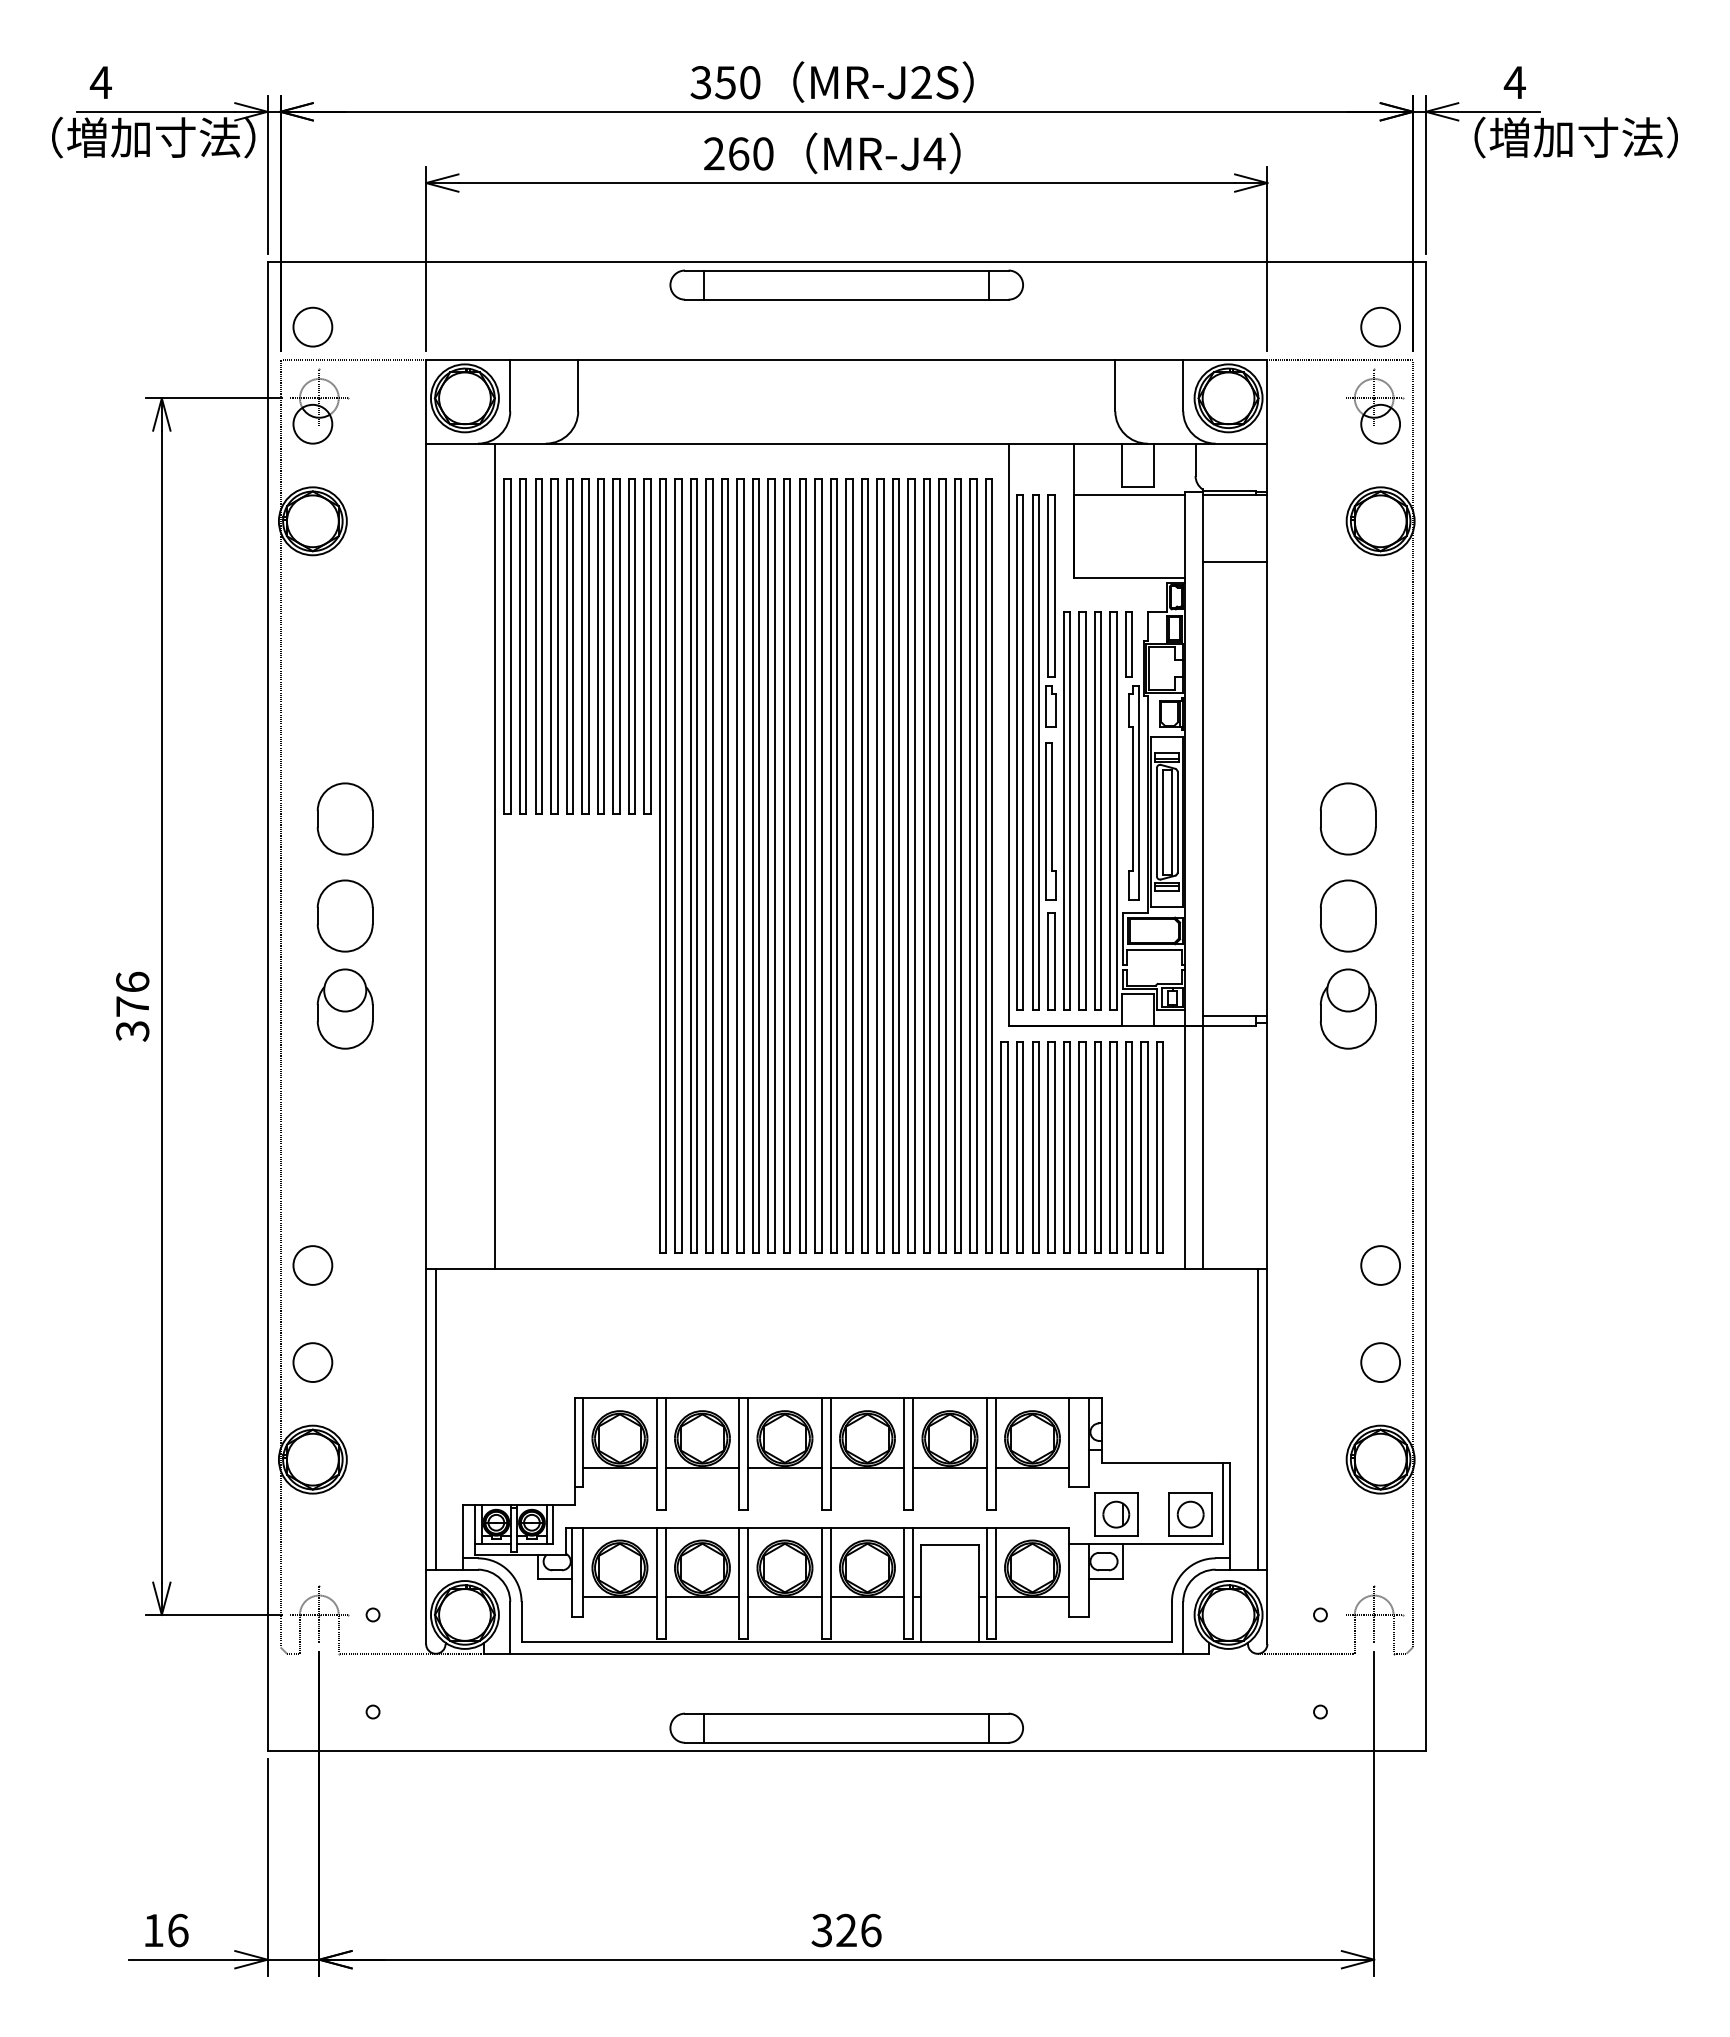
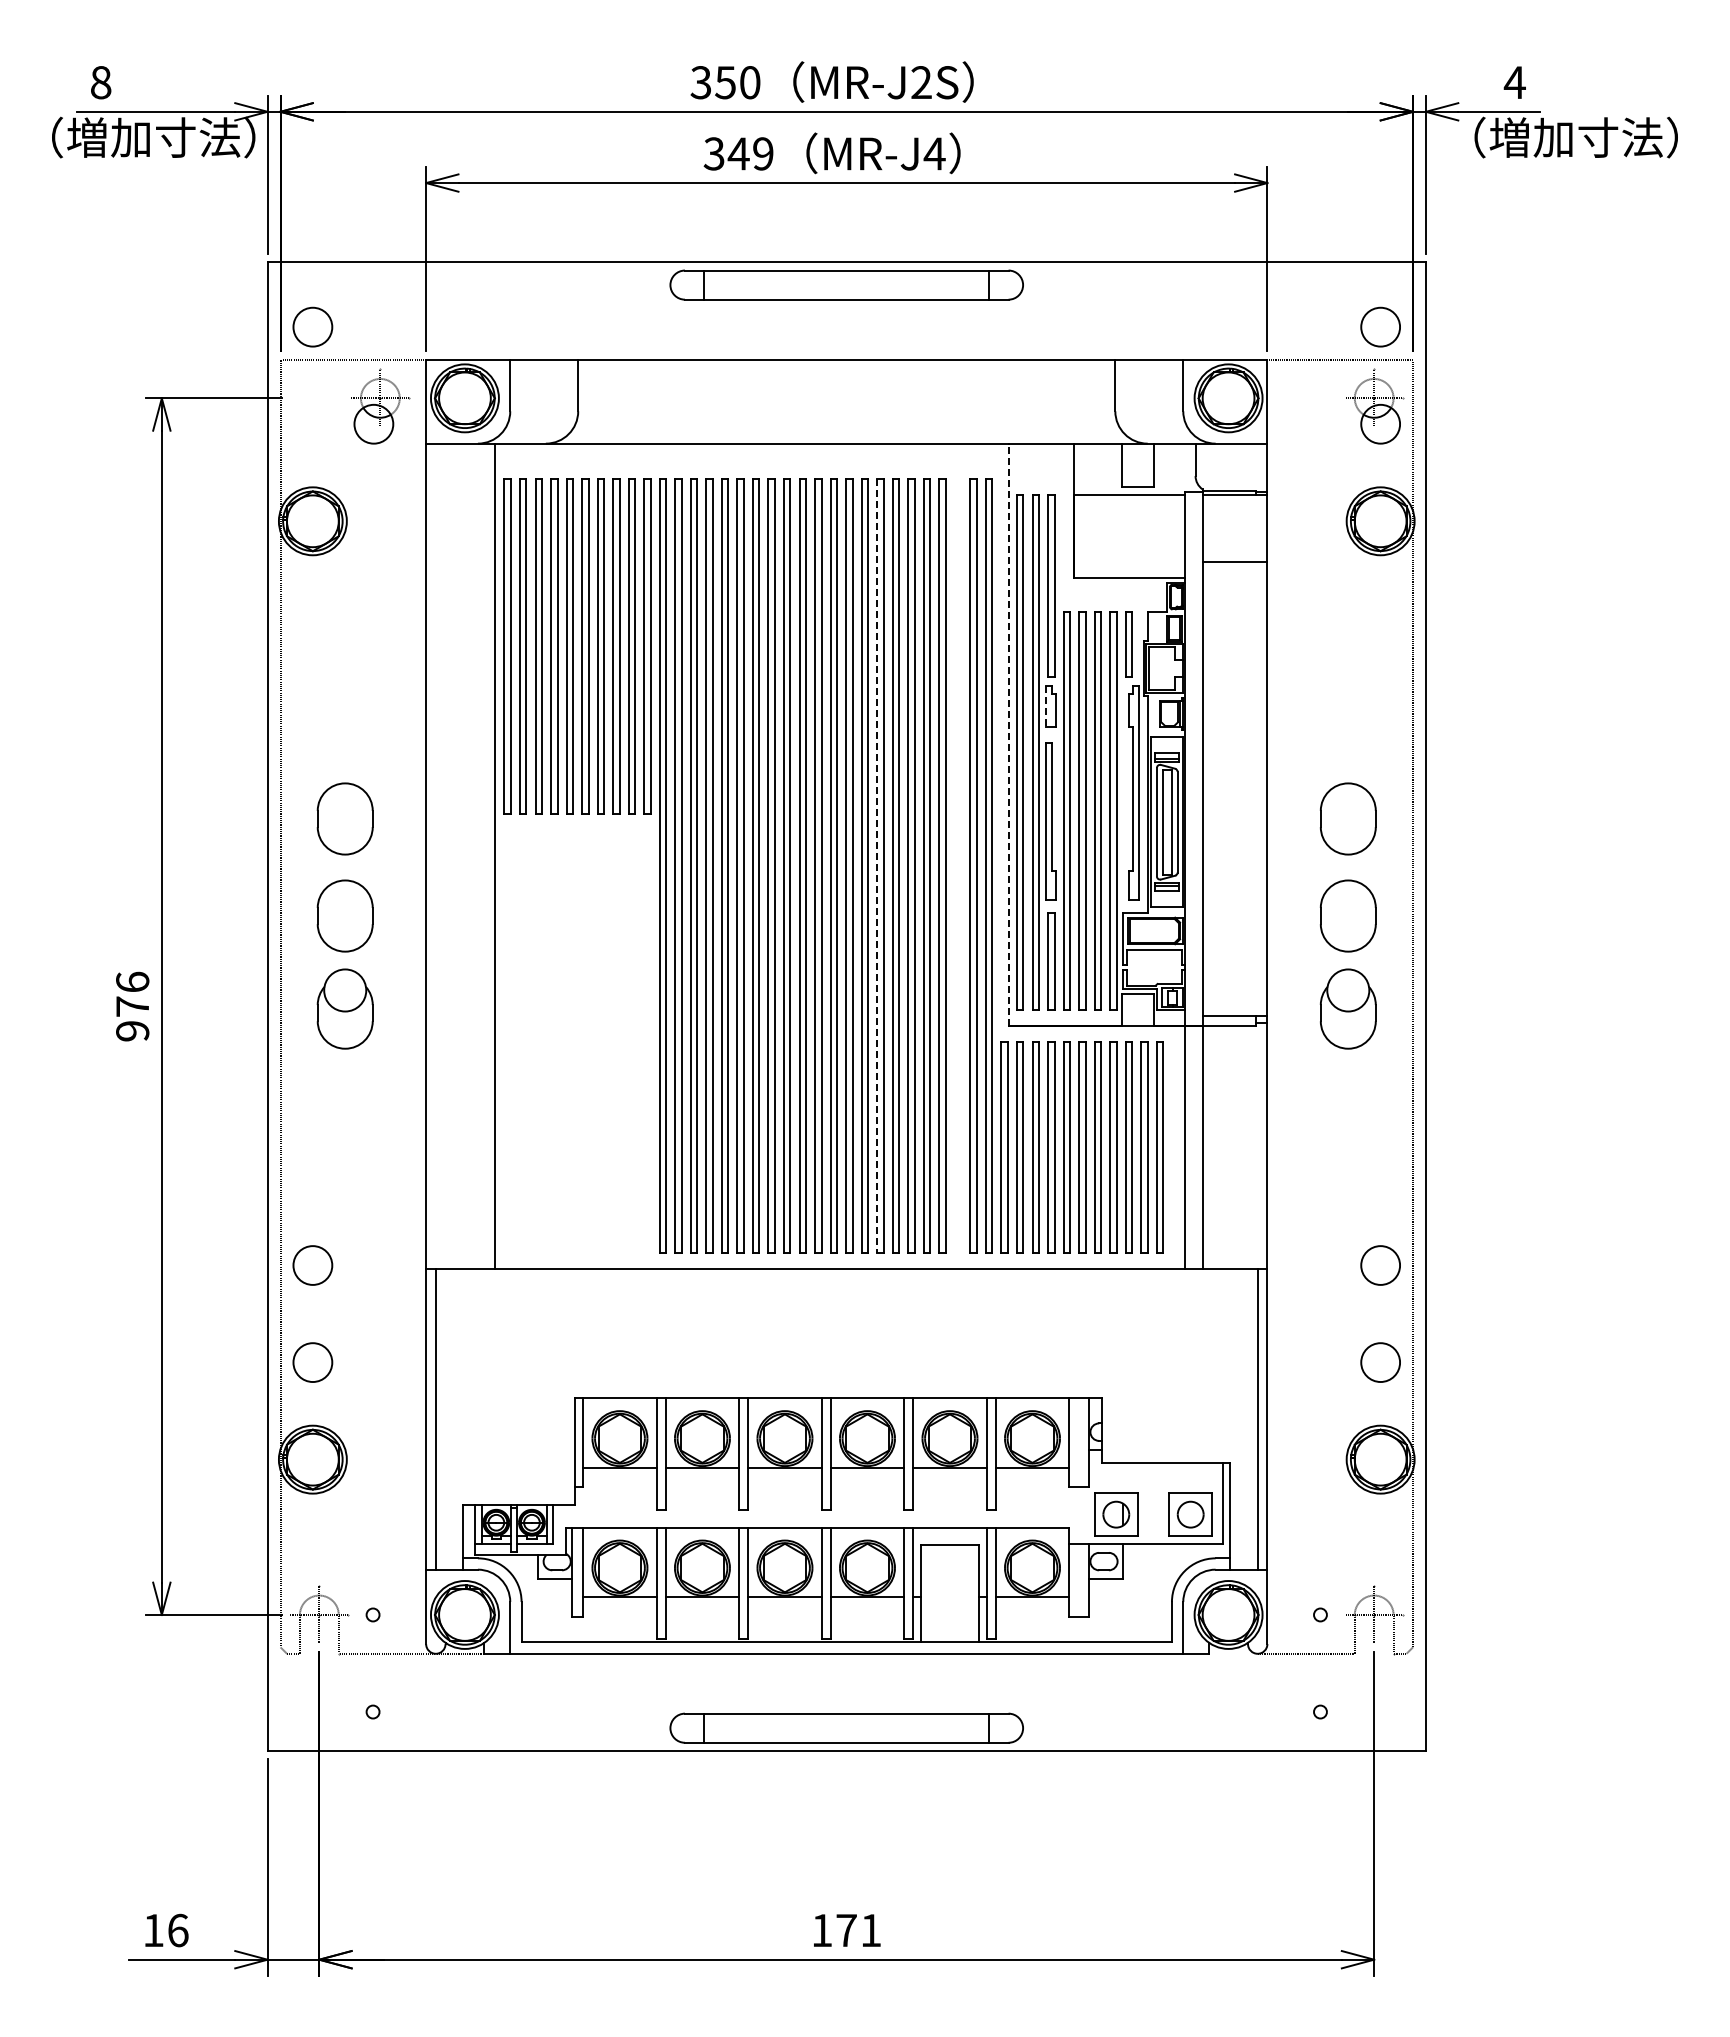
text at (100, 82): 4 -> 8
text at (738, 153): 260 -> 349
part at (319, 406) position: (319, 406) -> (380, 406)
line at (1045, 707): solid -> dashed
line at (1008, 734): solid -> dashed
line at (877, 865): solid -> dashed
part at (957, 865): present -> none
text at (132, 1031): 376 -> 976
text at (846, 1930): 326 -> 171
